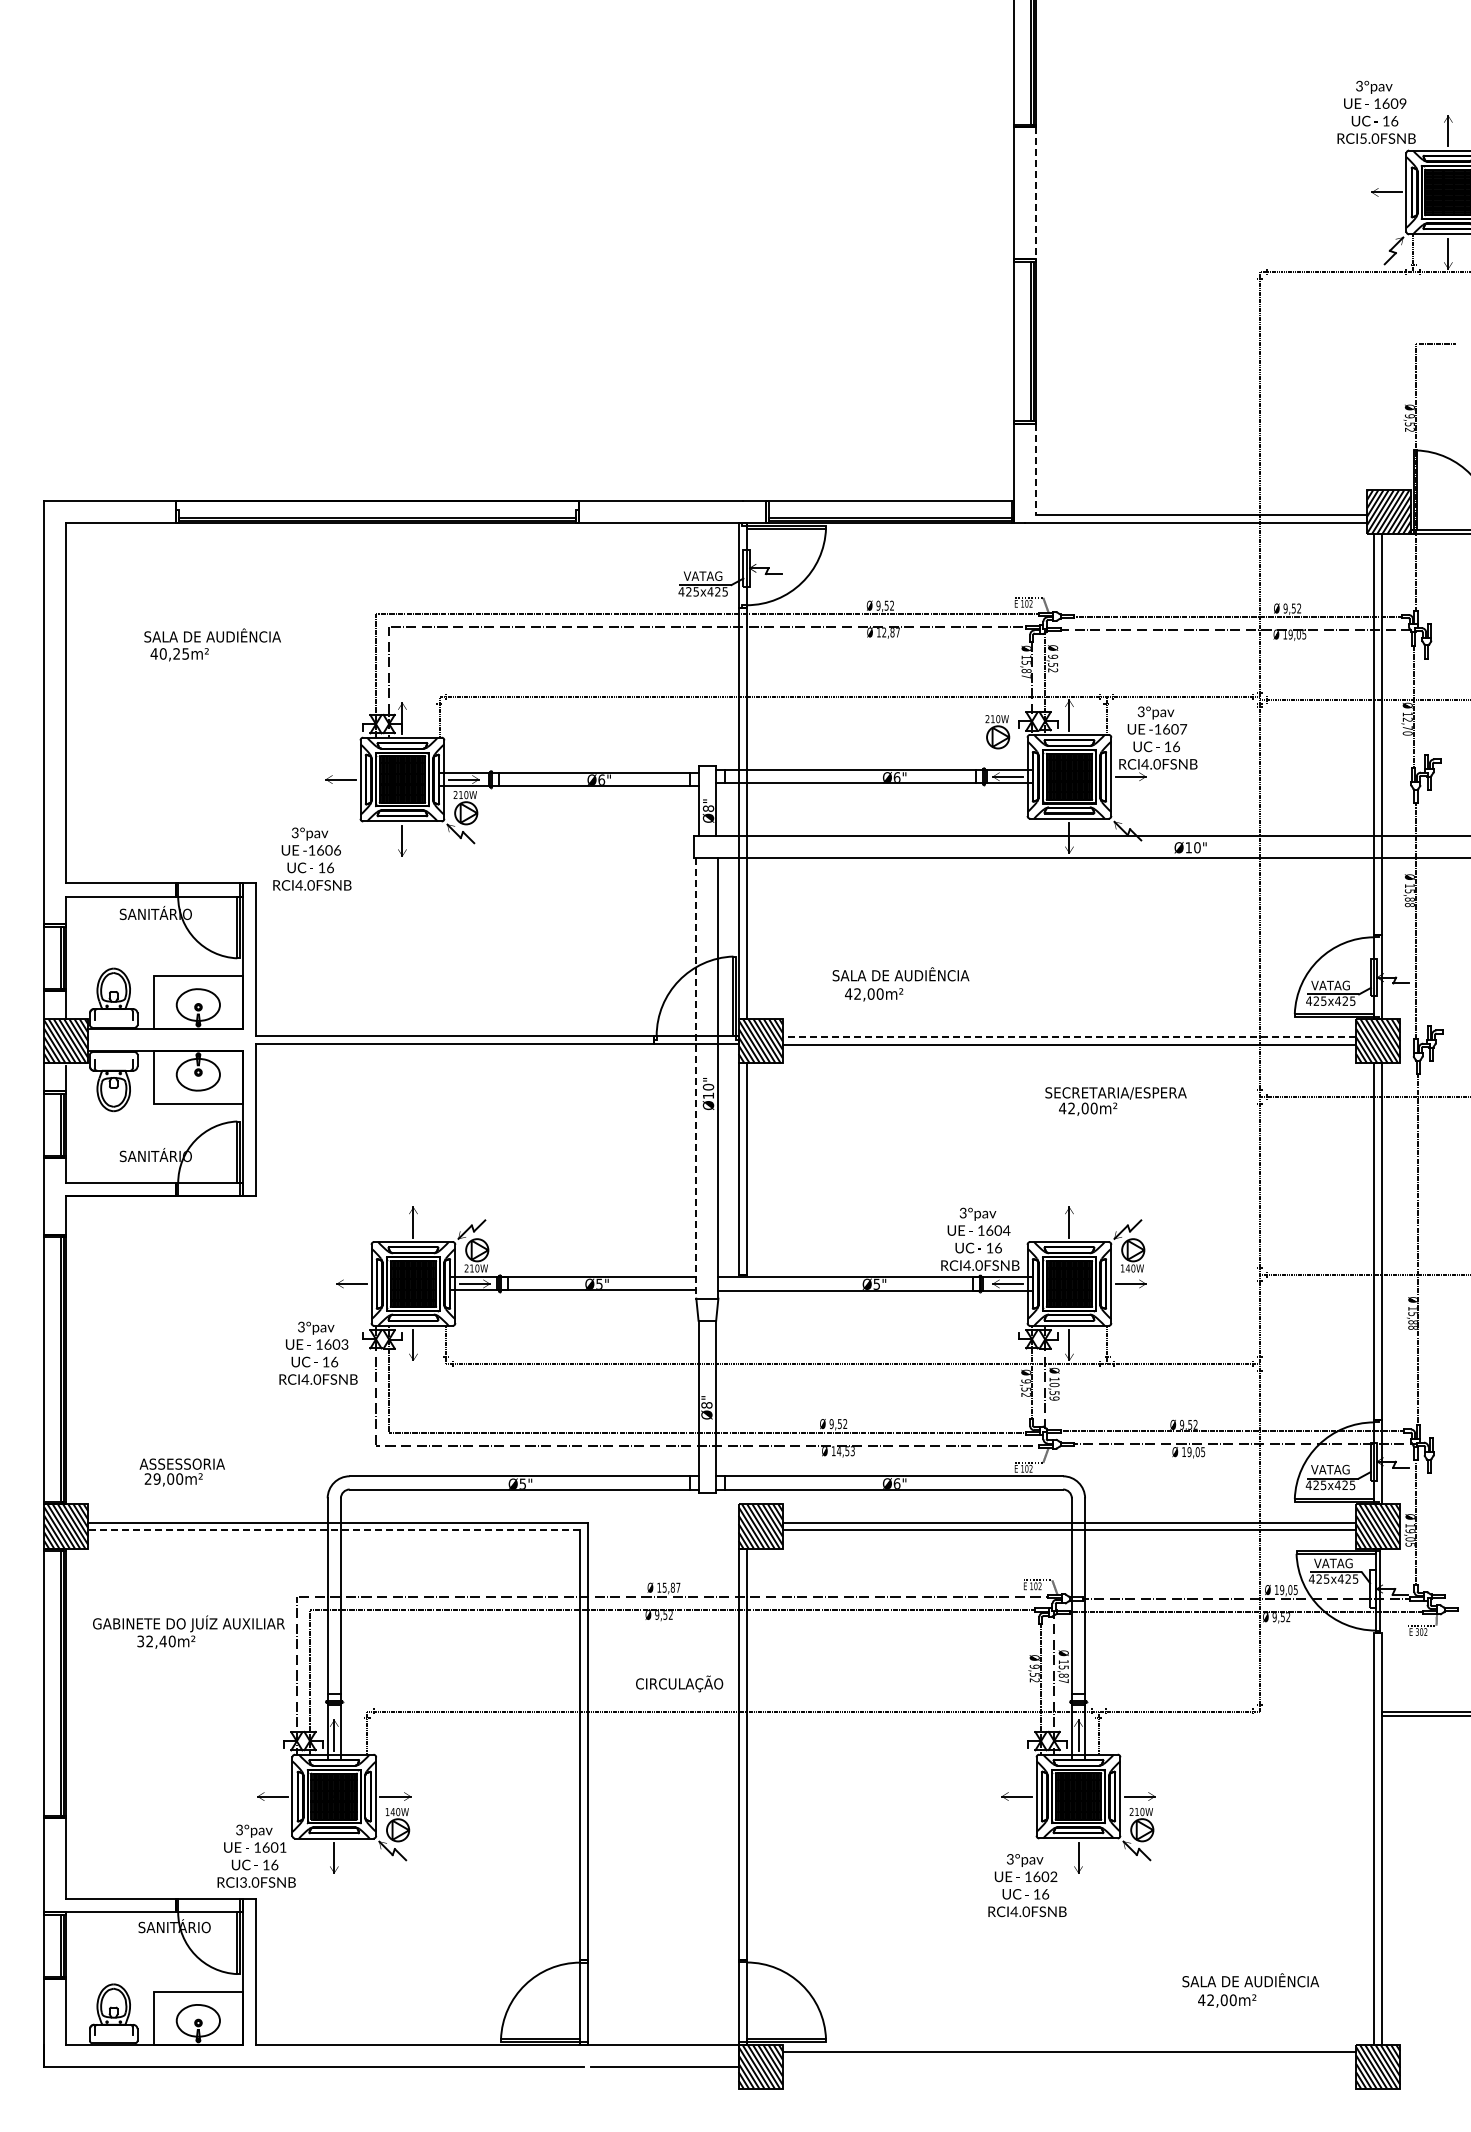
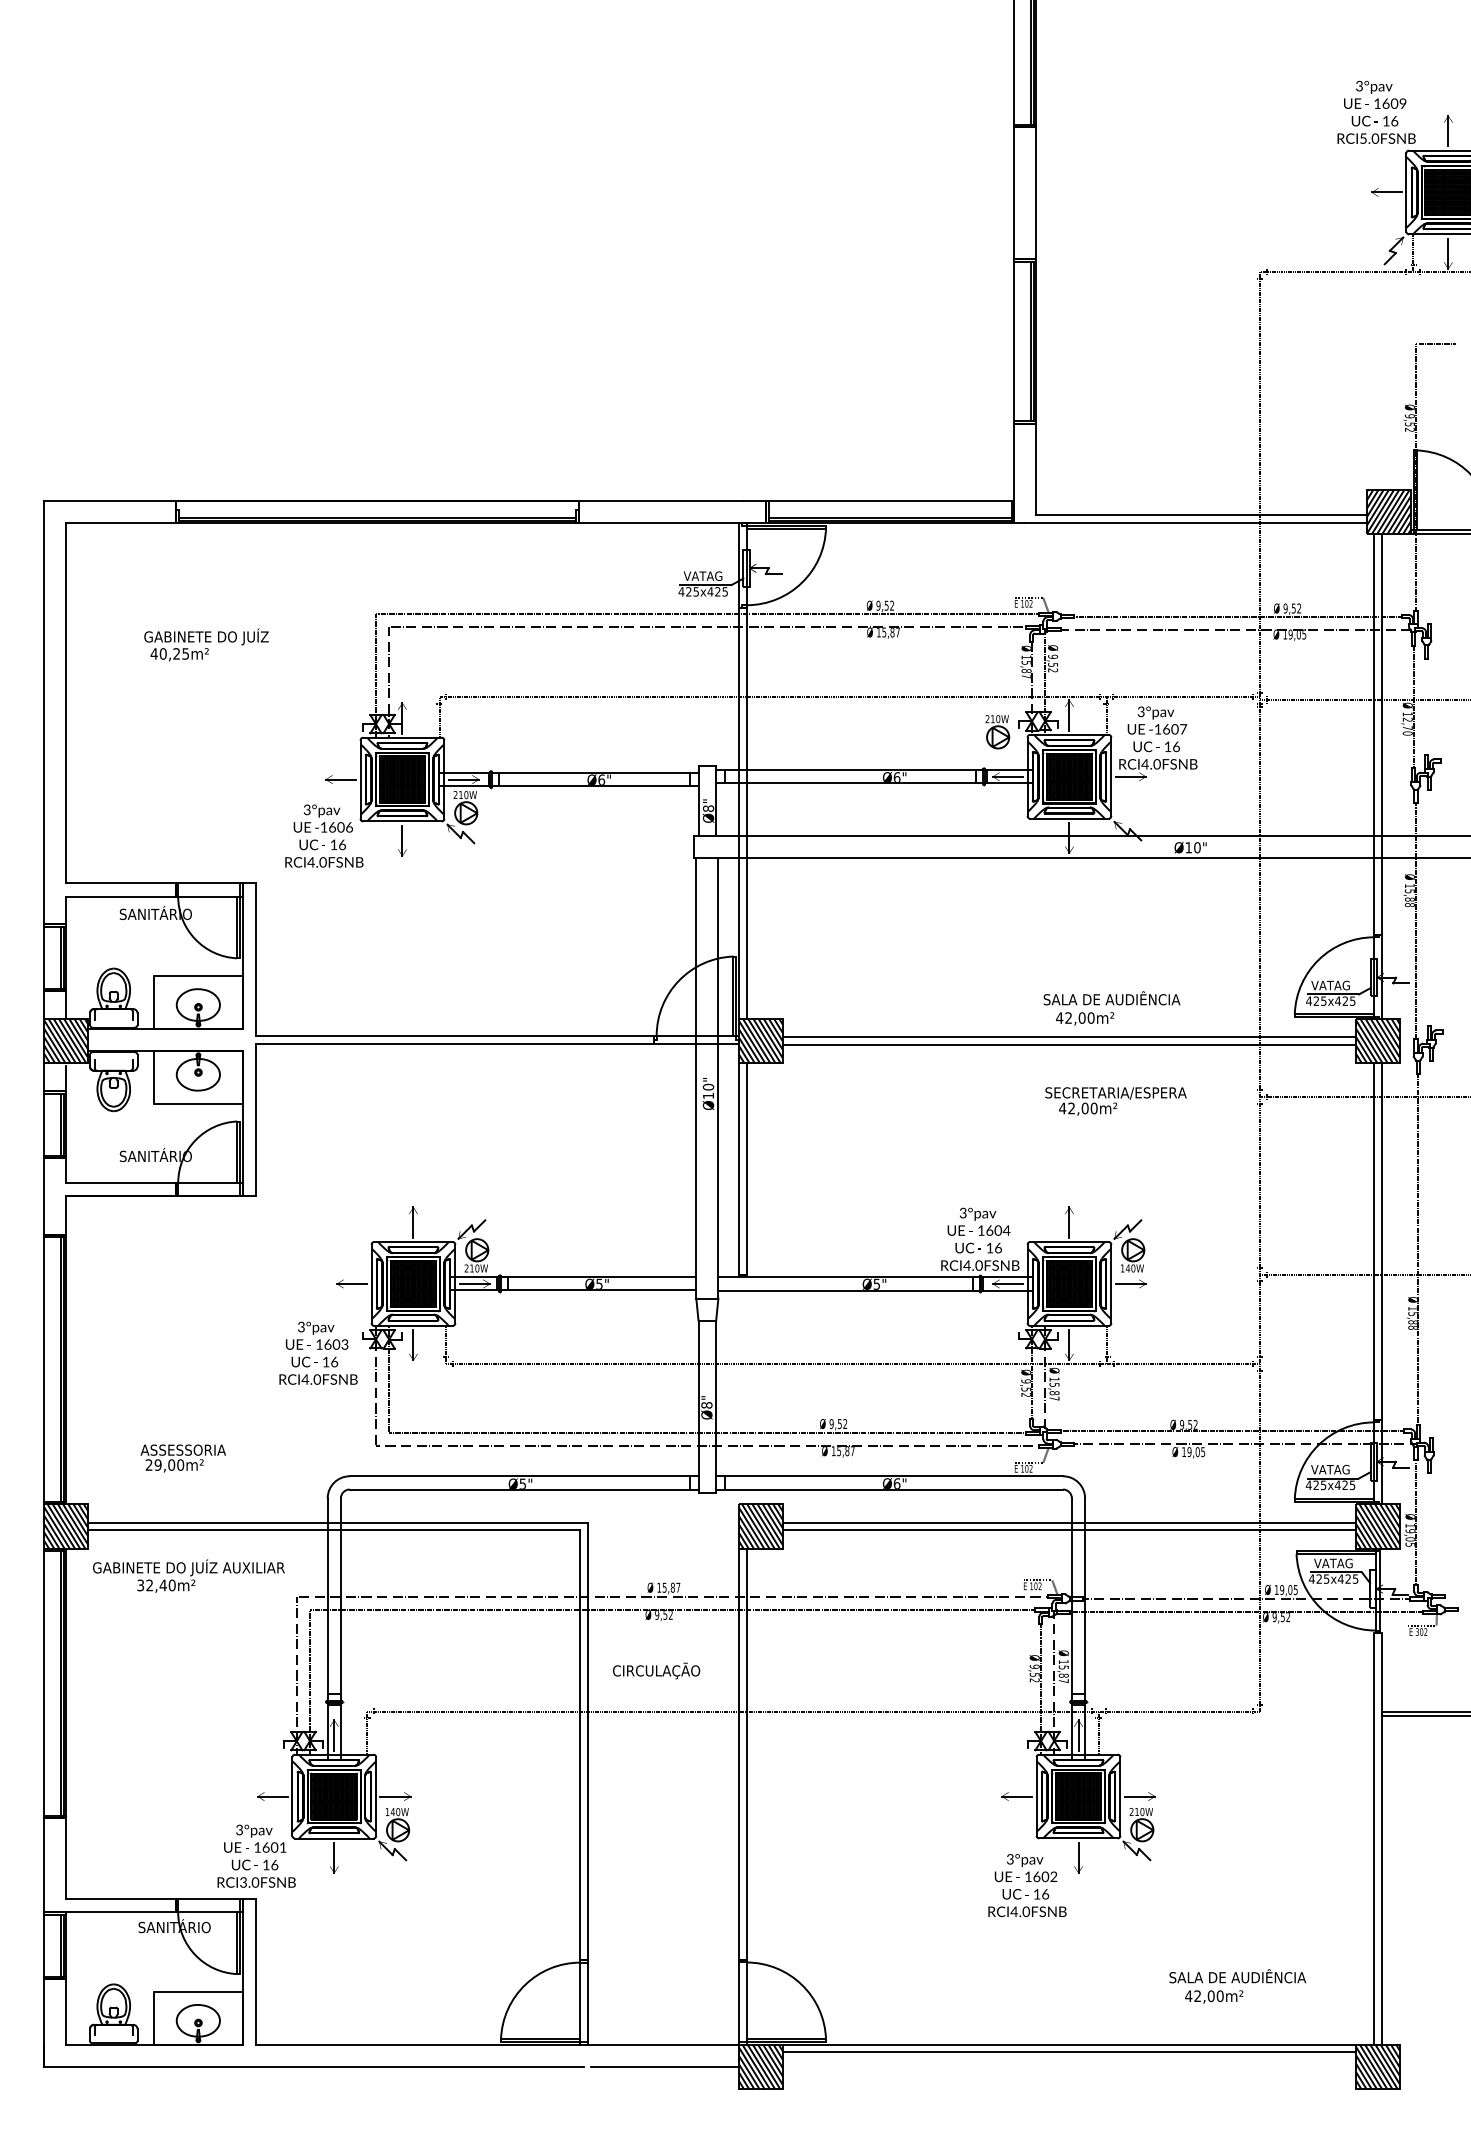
line at (1036, 193): dashed -> solid
line at (1036, 469): dashed -> solid
text at (884, 632): 12,87 -> 15,87
text at (212, 636): SALA DE AUDIÊNCIA -> GABINETE DO JUÍZ
text at (312, 858) position: (312, 858) -> (324, 835)
text at (900, 984) position: (900, 984) -> (1111, 1008)
line at (1069, 1037): dashed -> solid
line at (696, 1078): dashed -> solid
text at (1054, 1391): 10,59 -> 15,87
text at (845, 1451): 14,53 -> 15,87
text at (181, 1472) position: (181, 1472) -> (182, 1458)
line at (333, 1530): dashed -> solid
text at (188, 1631) position: (188, 1631) -> (188, 1575)
text at (679, 1683) position: (679, 1683) -> (656, 1670)
text at (1250, 1990) position: (1250, 1990) -> (1237, 1986)
line at (1069, 2044): none -> present
